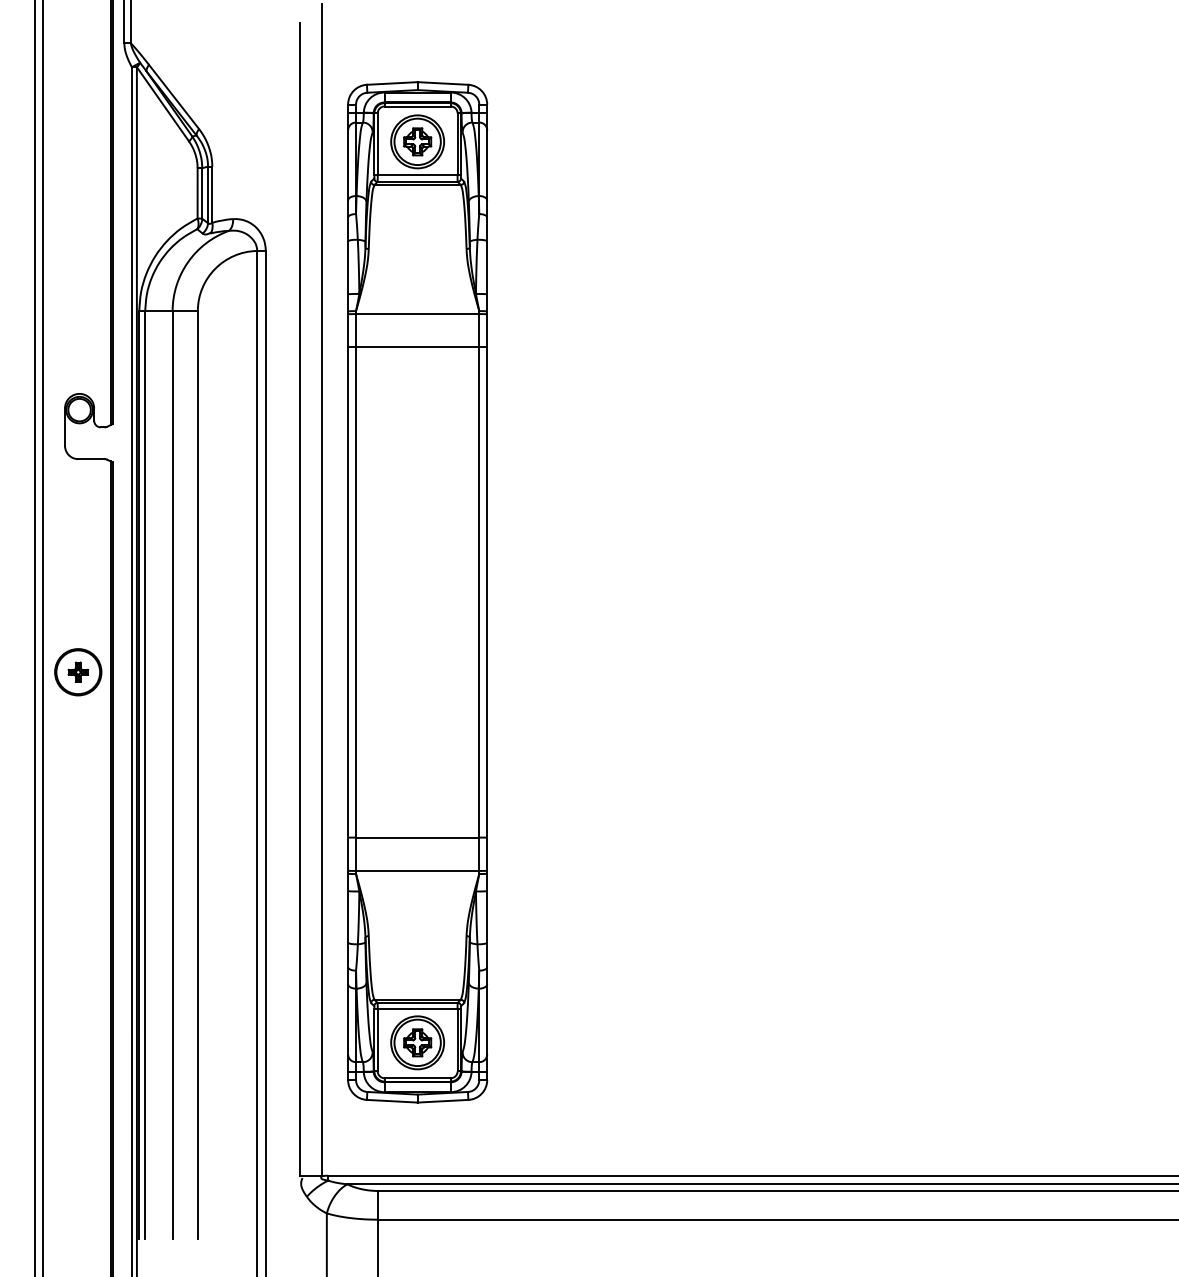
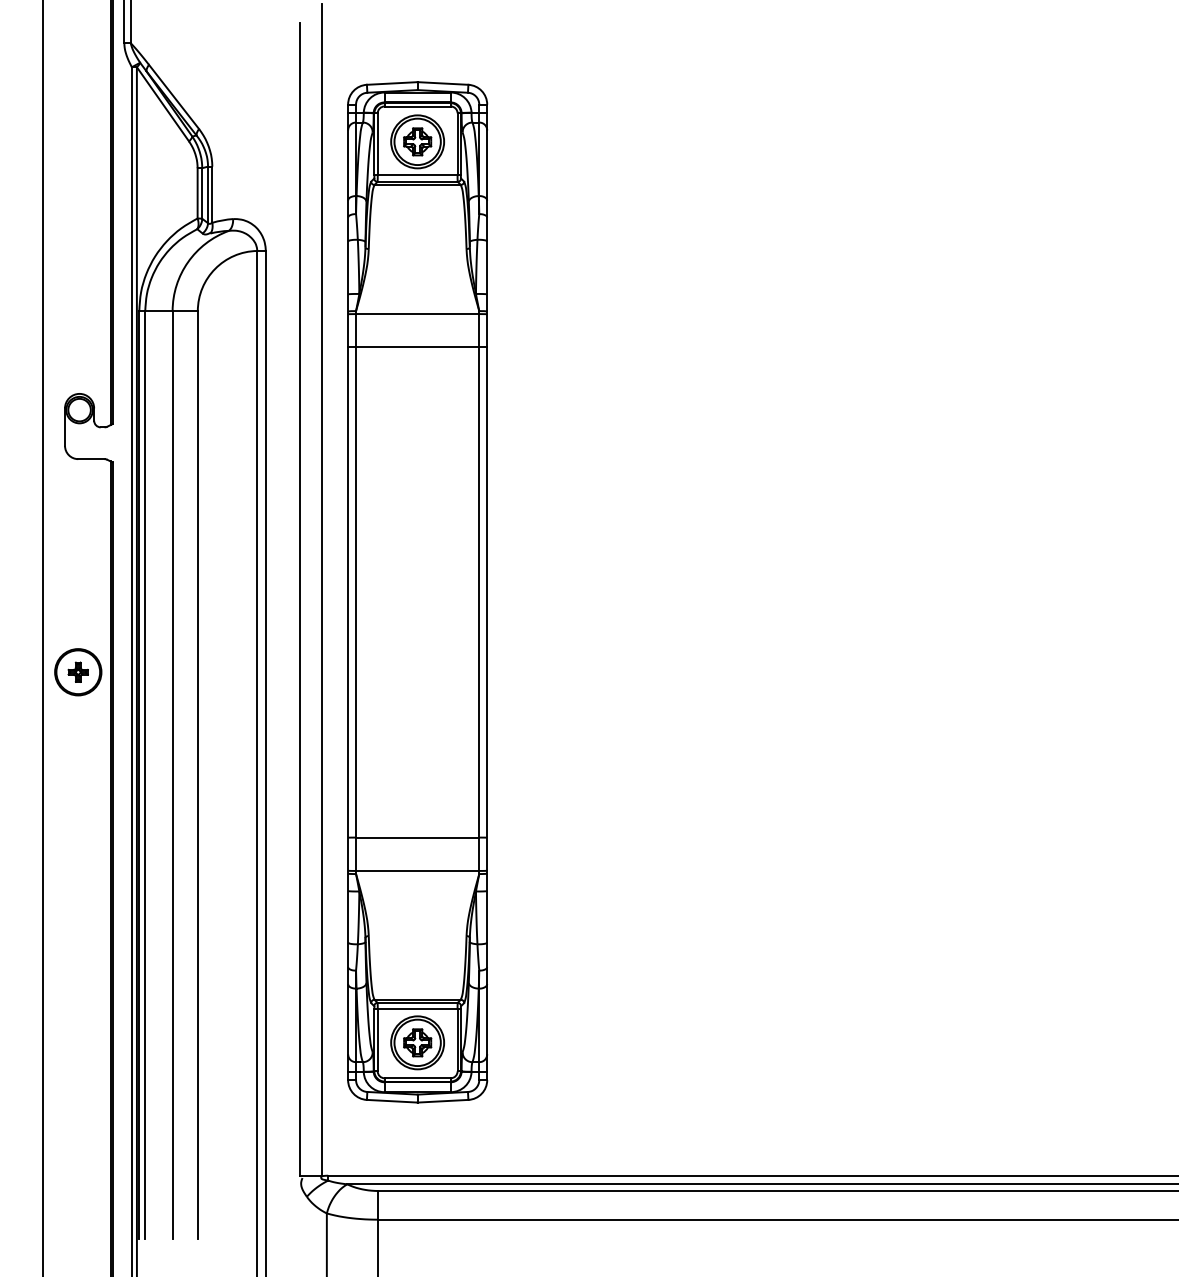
line at (35, 637): present -> none
